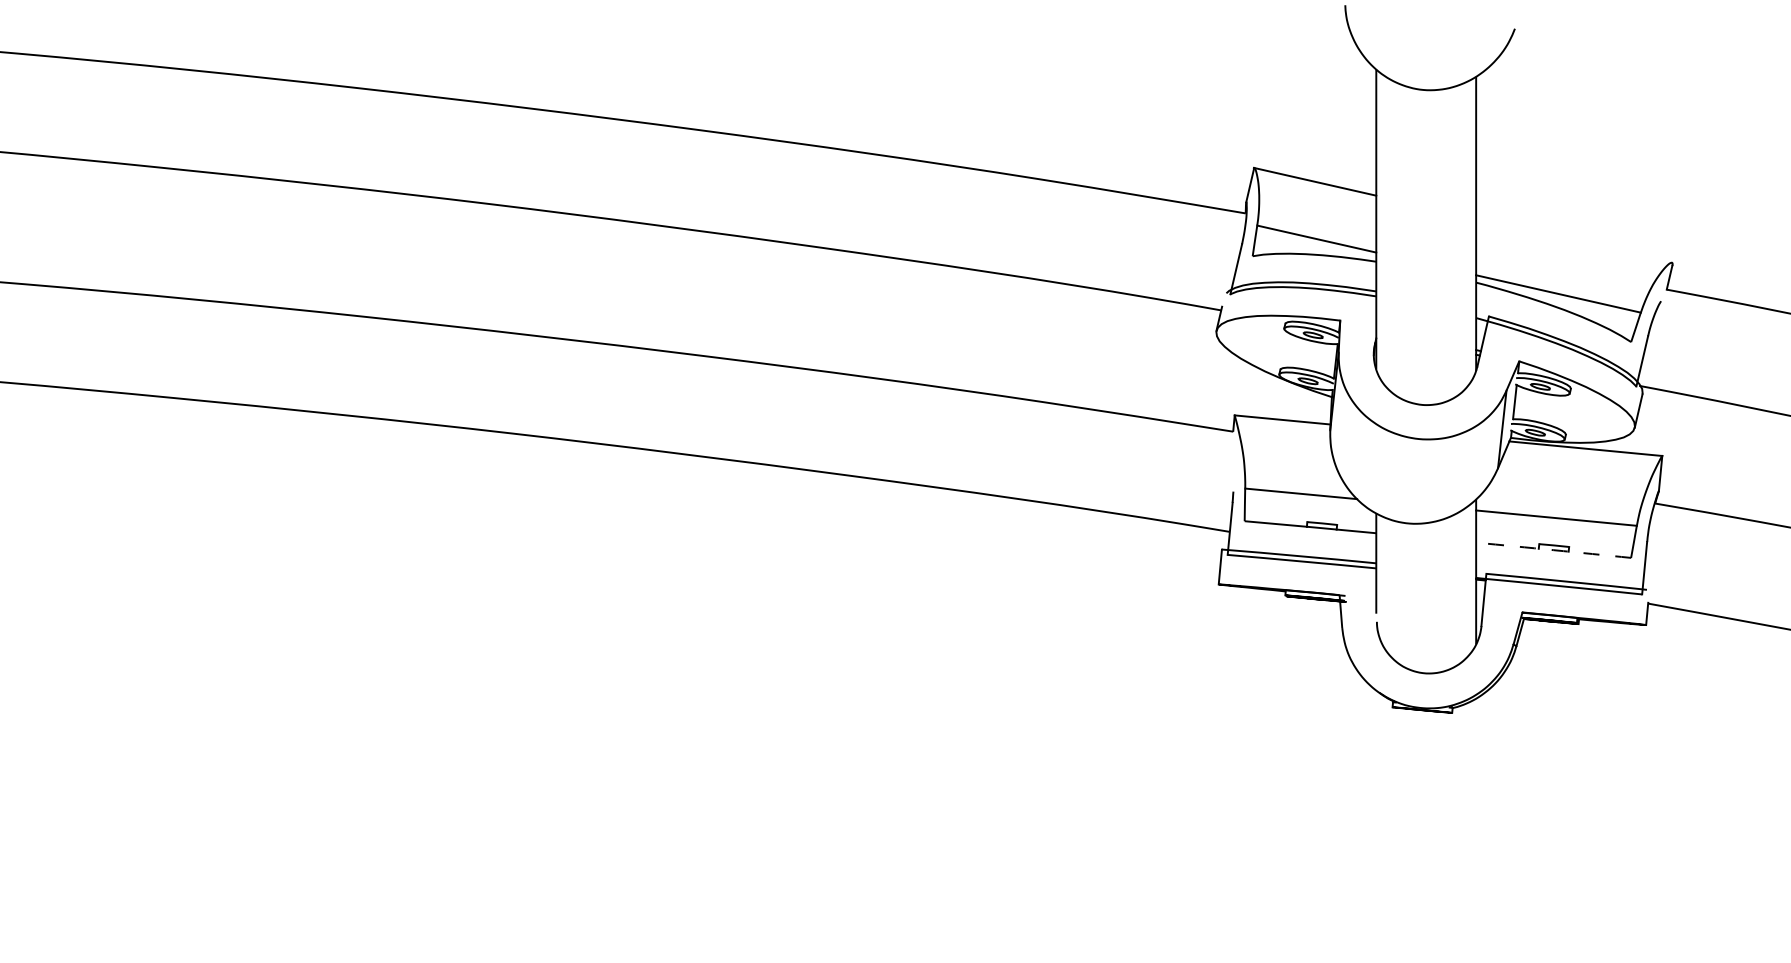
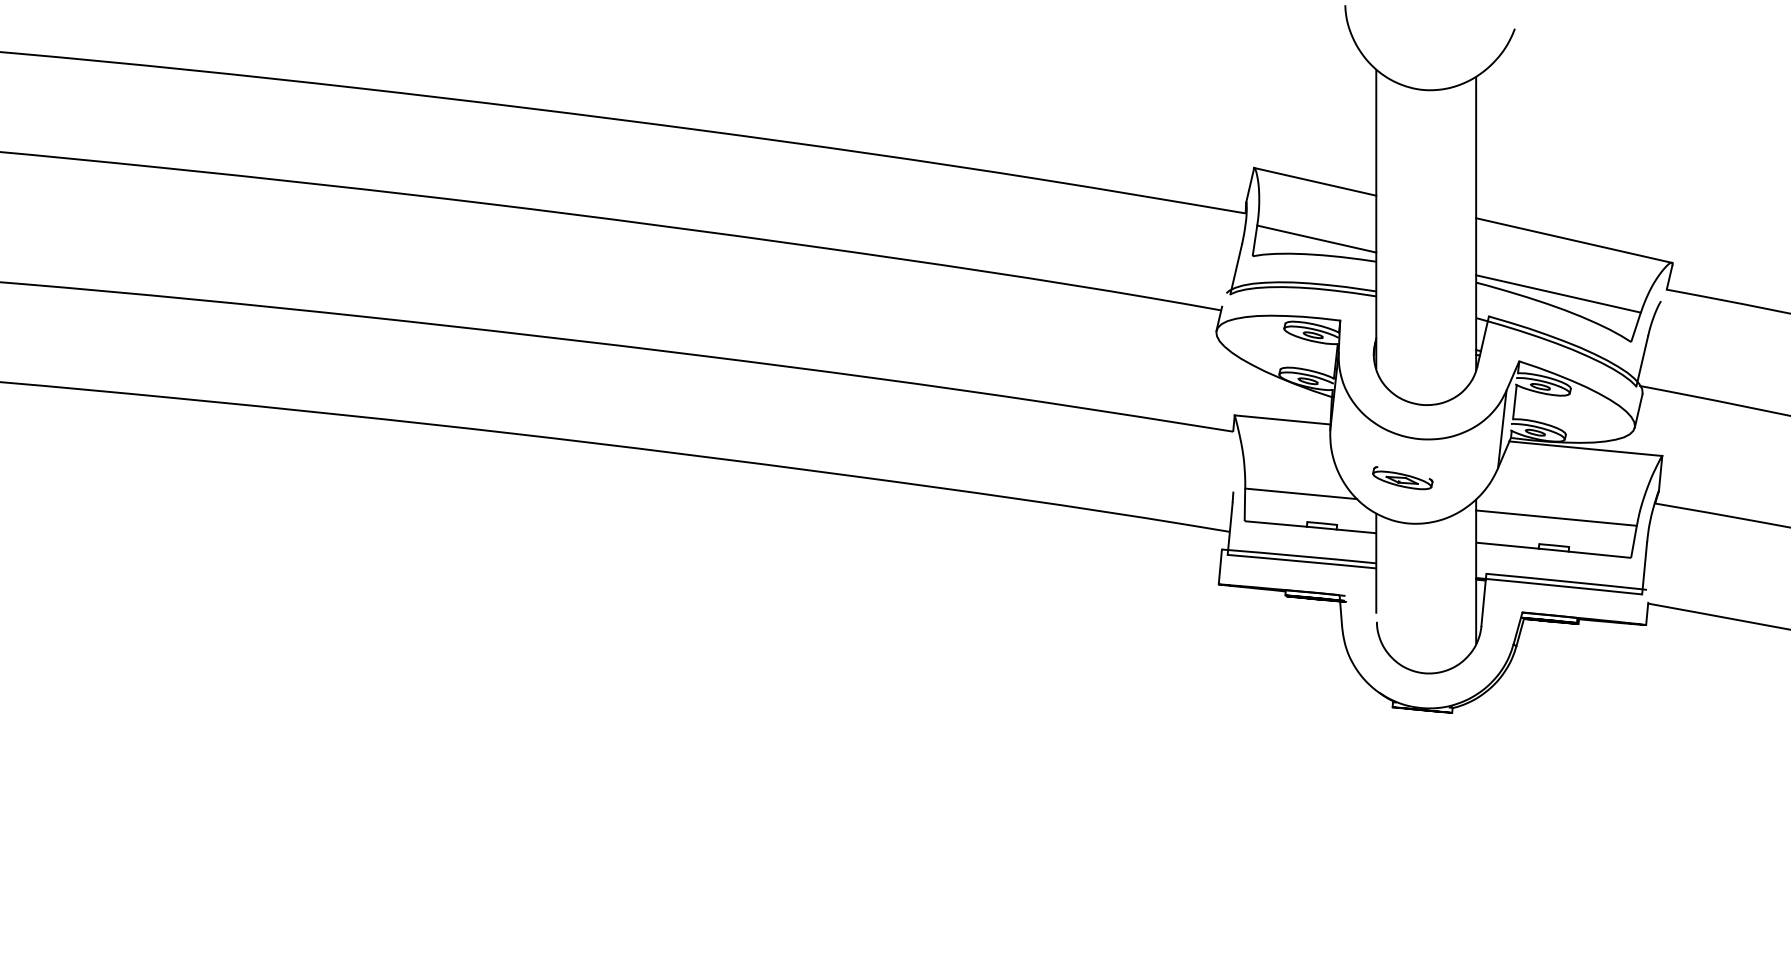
line at (1574, 240): none -> present
part at (1402, 478): none -> present
arc at (1553, 550): dashed -> solid
